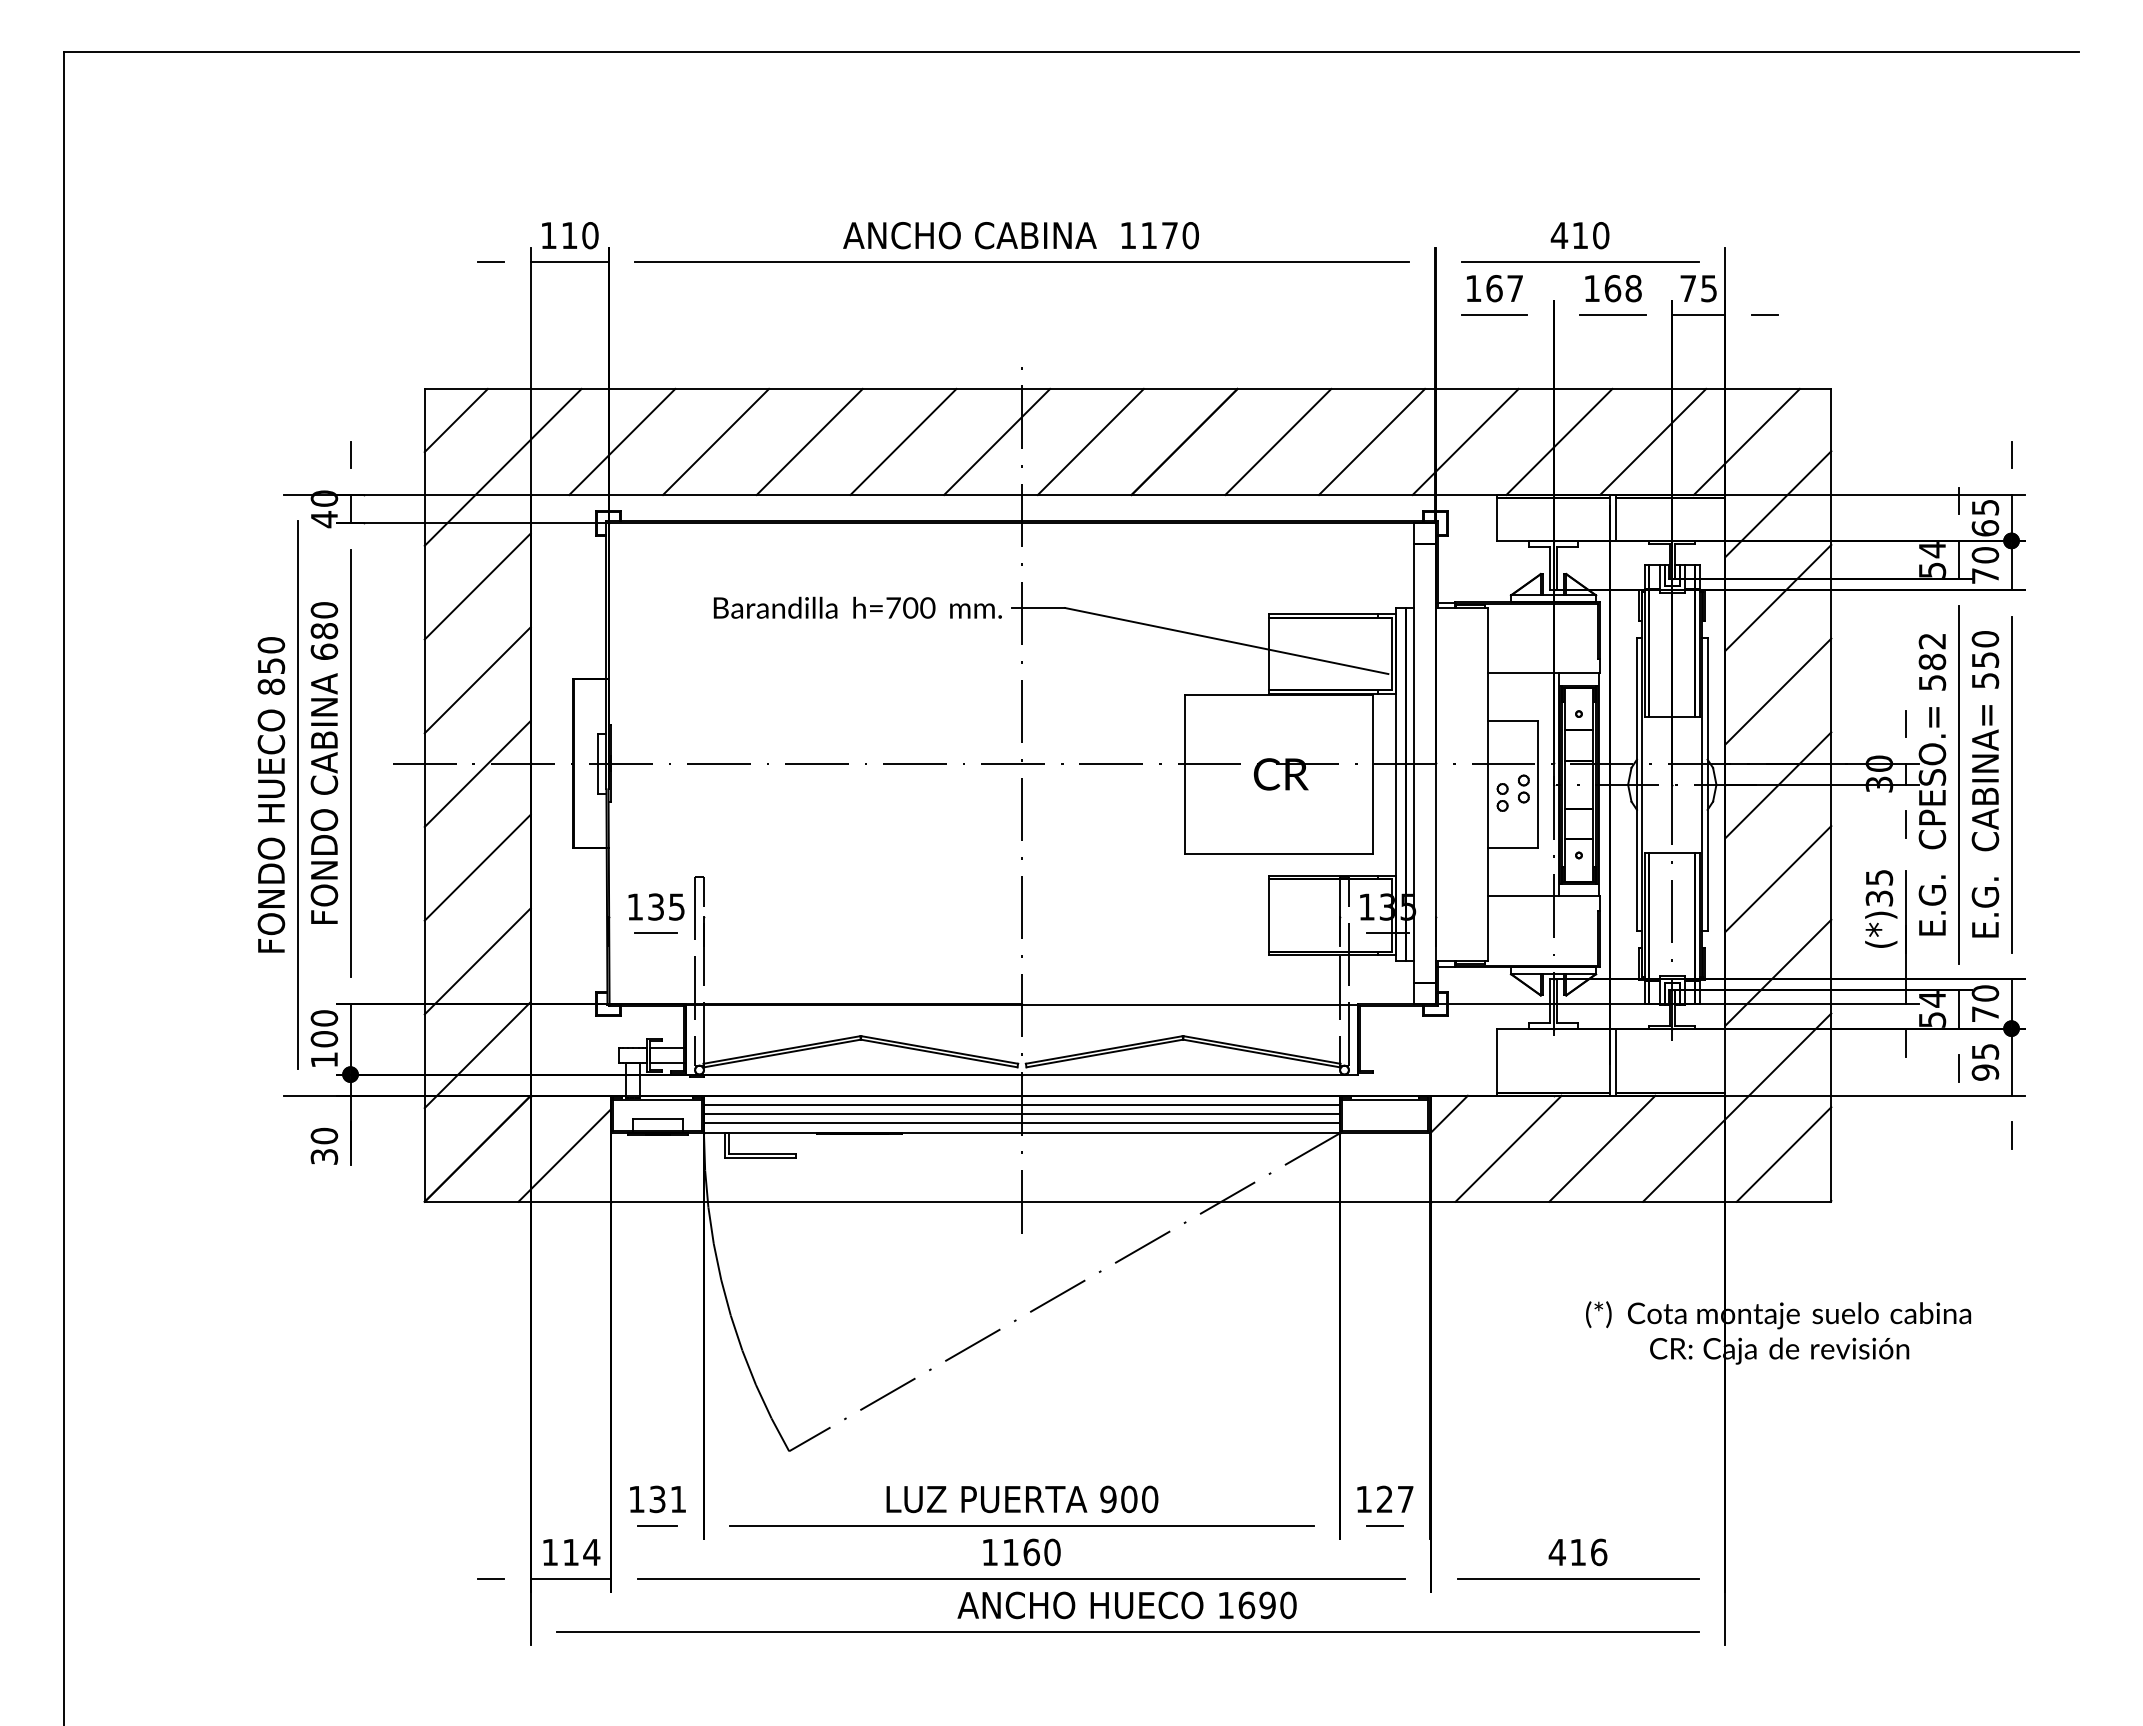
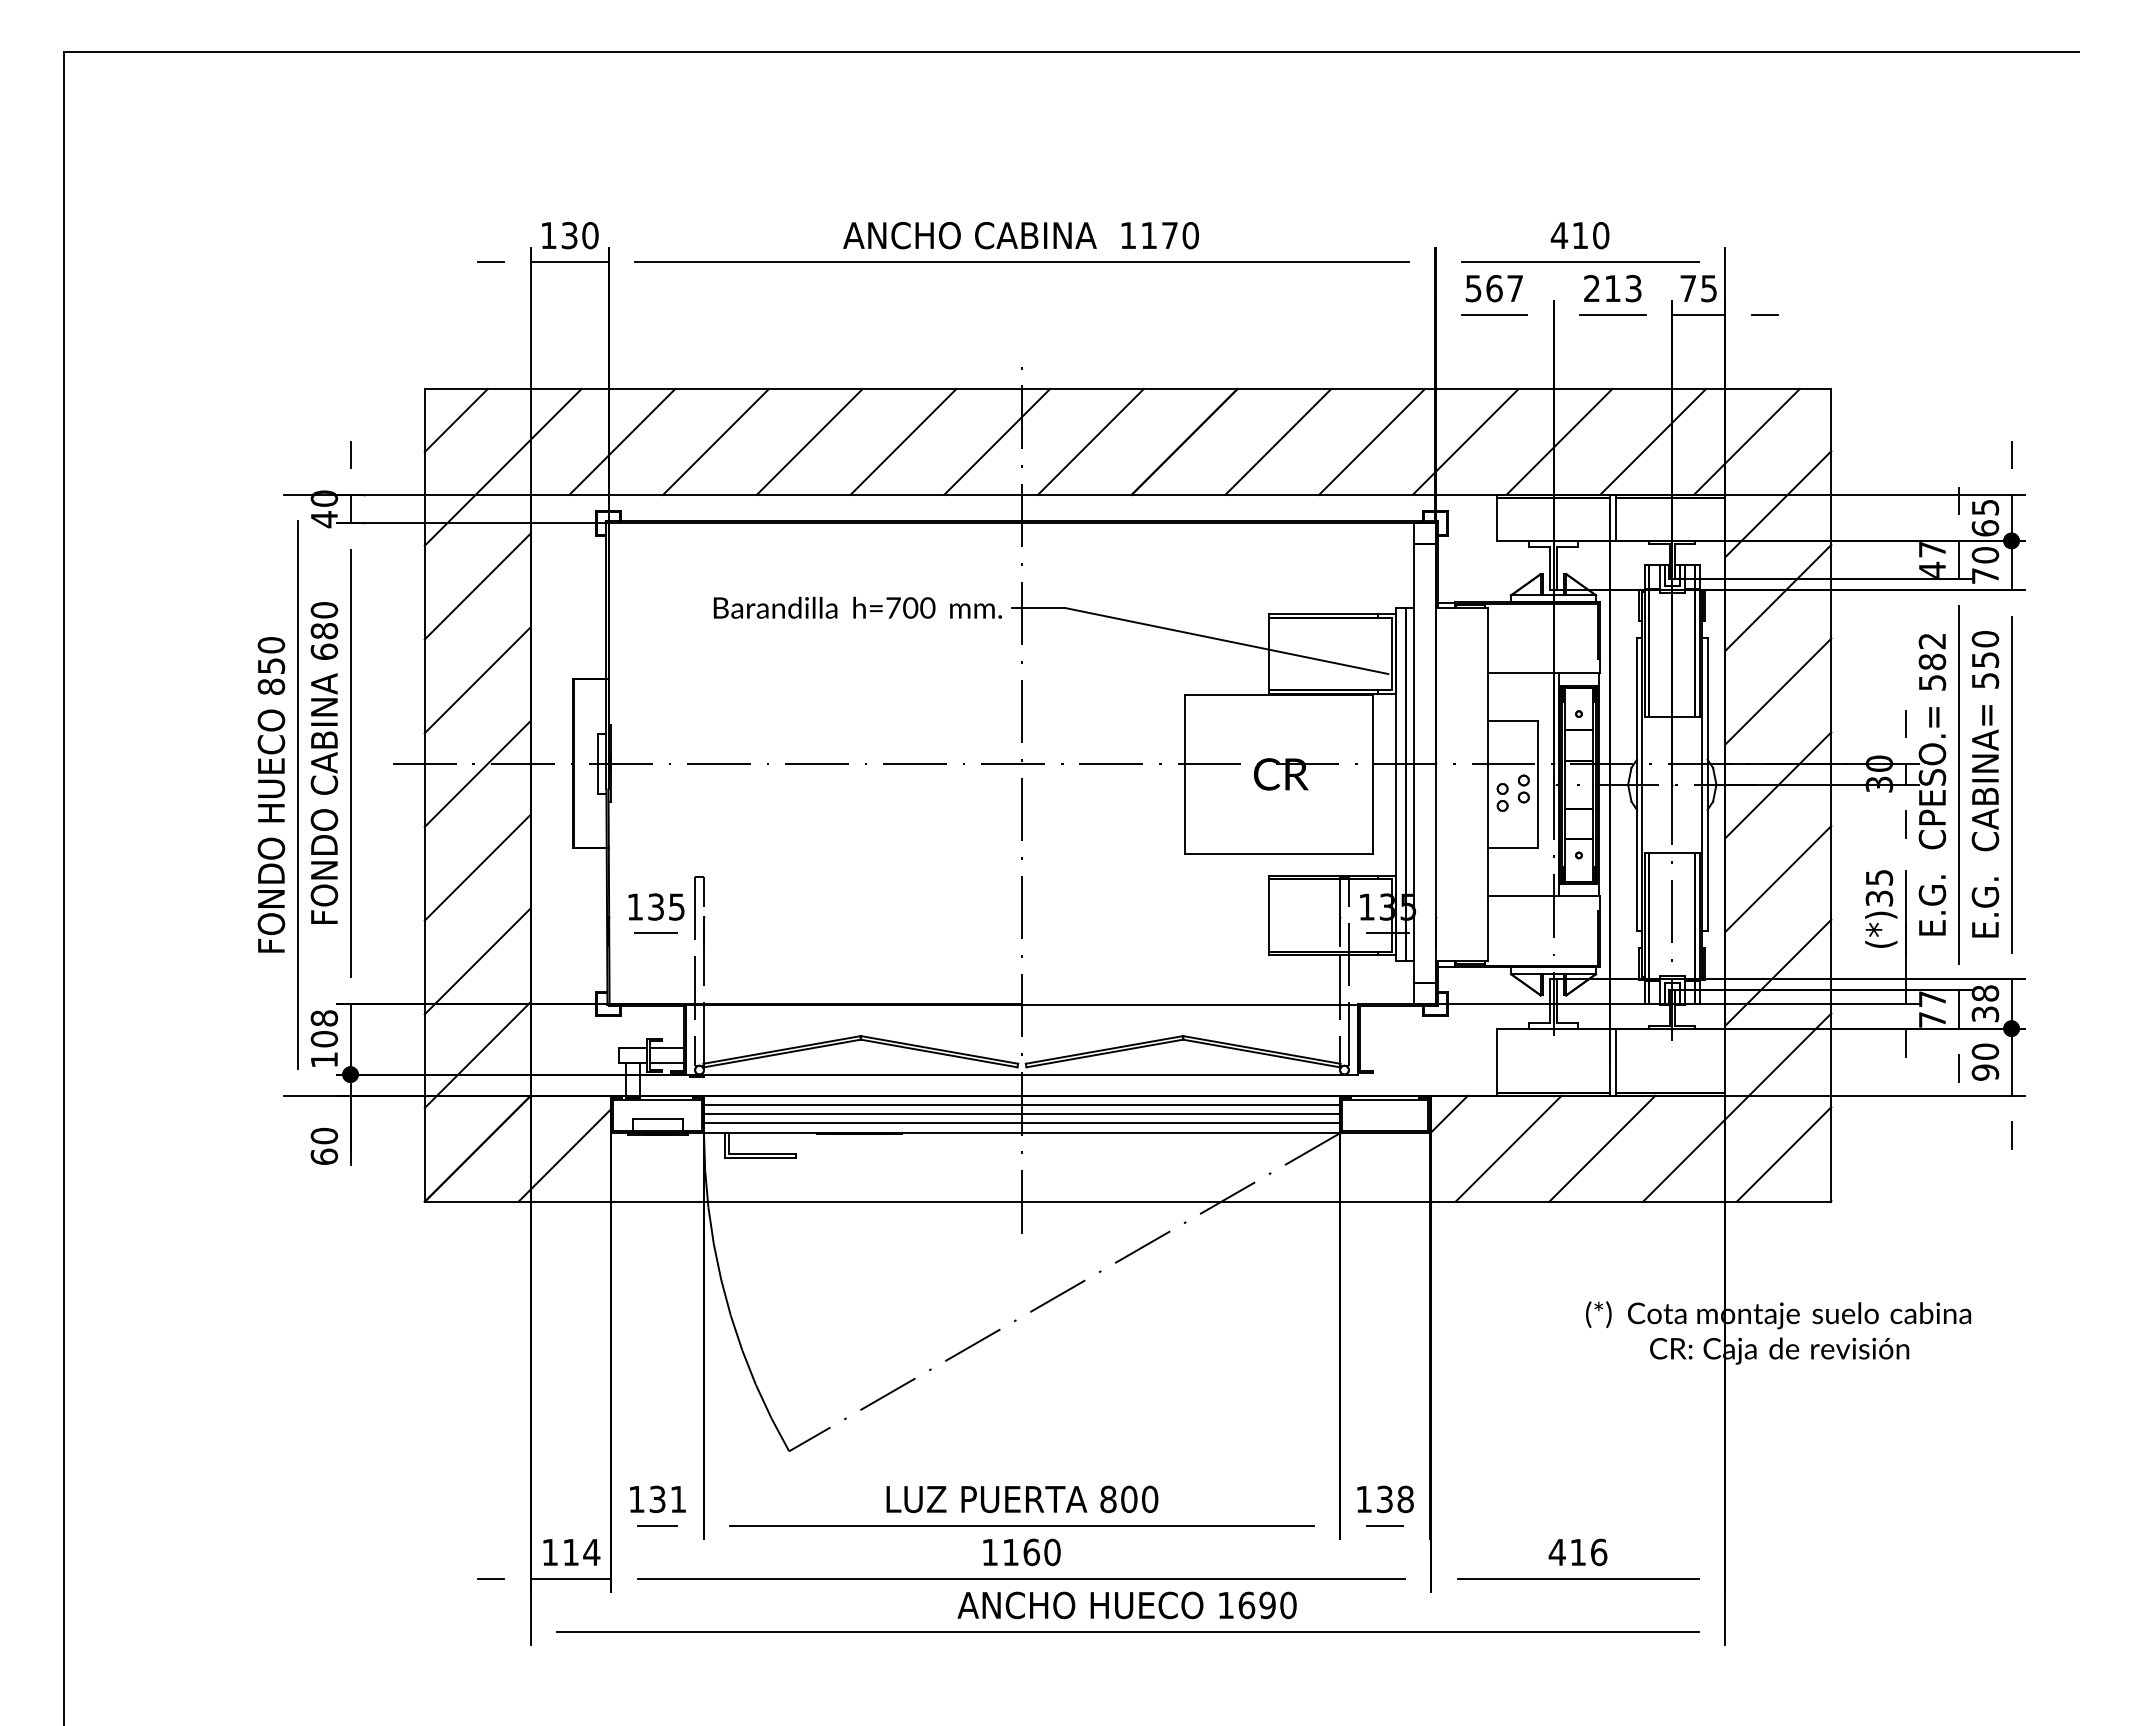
text at (569, 235): 110 -> 130
text at (1473, 288): 167 -> 567
text at (1612, 288): 168 -> 213
text at (1932, 559): 54 -> 47
text at (1985, 1003): 70 -> 38
text at (1932, 1009): 54 -> 77
text at (324, 1018): 100 -> 108
text at (1985, 1051): 95 -> 90
text at (324, 1156): 30 -> 60
text at (1108, 1499): 900 -> 800
text at (1395, 1499): 127 -> 138
